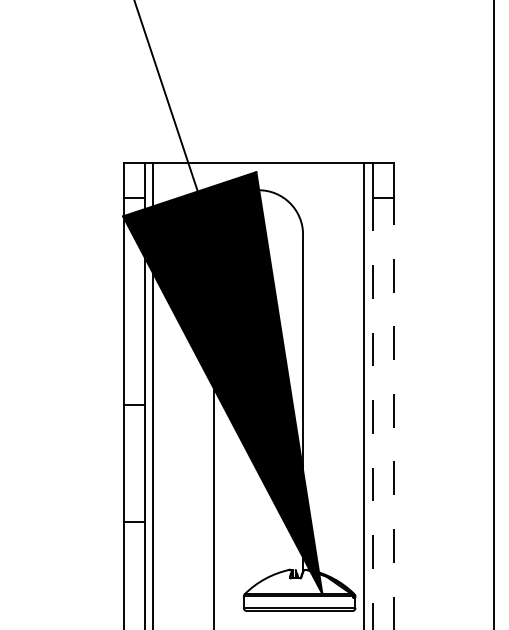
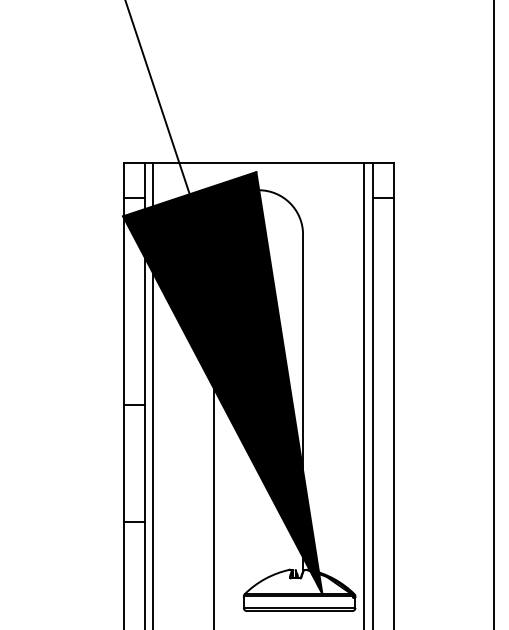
line at (166, 96) position: (166, 96) -> (157, 98)
line at (372, 413): dashed -> solid
line at (393, 413): dashed -> solid
